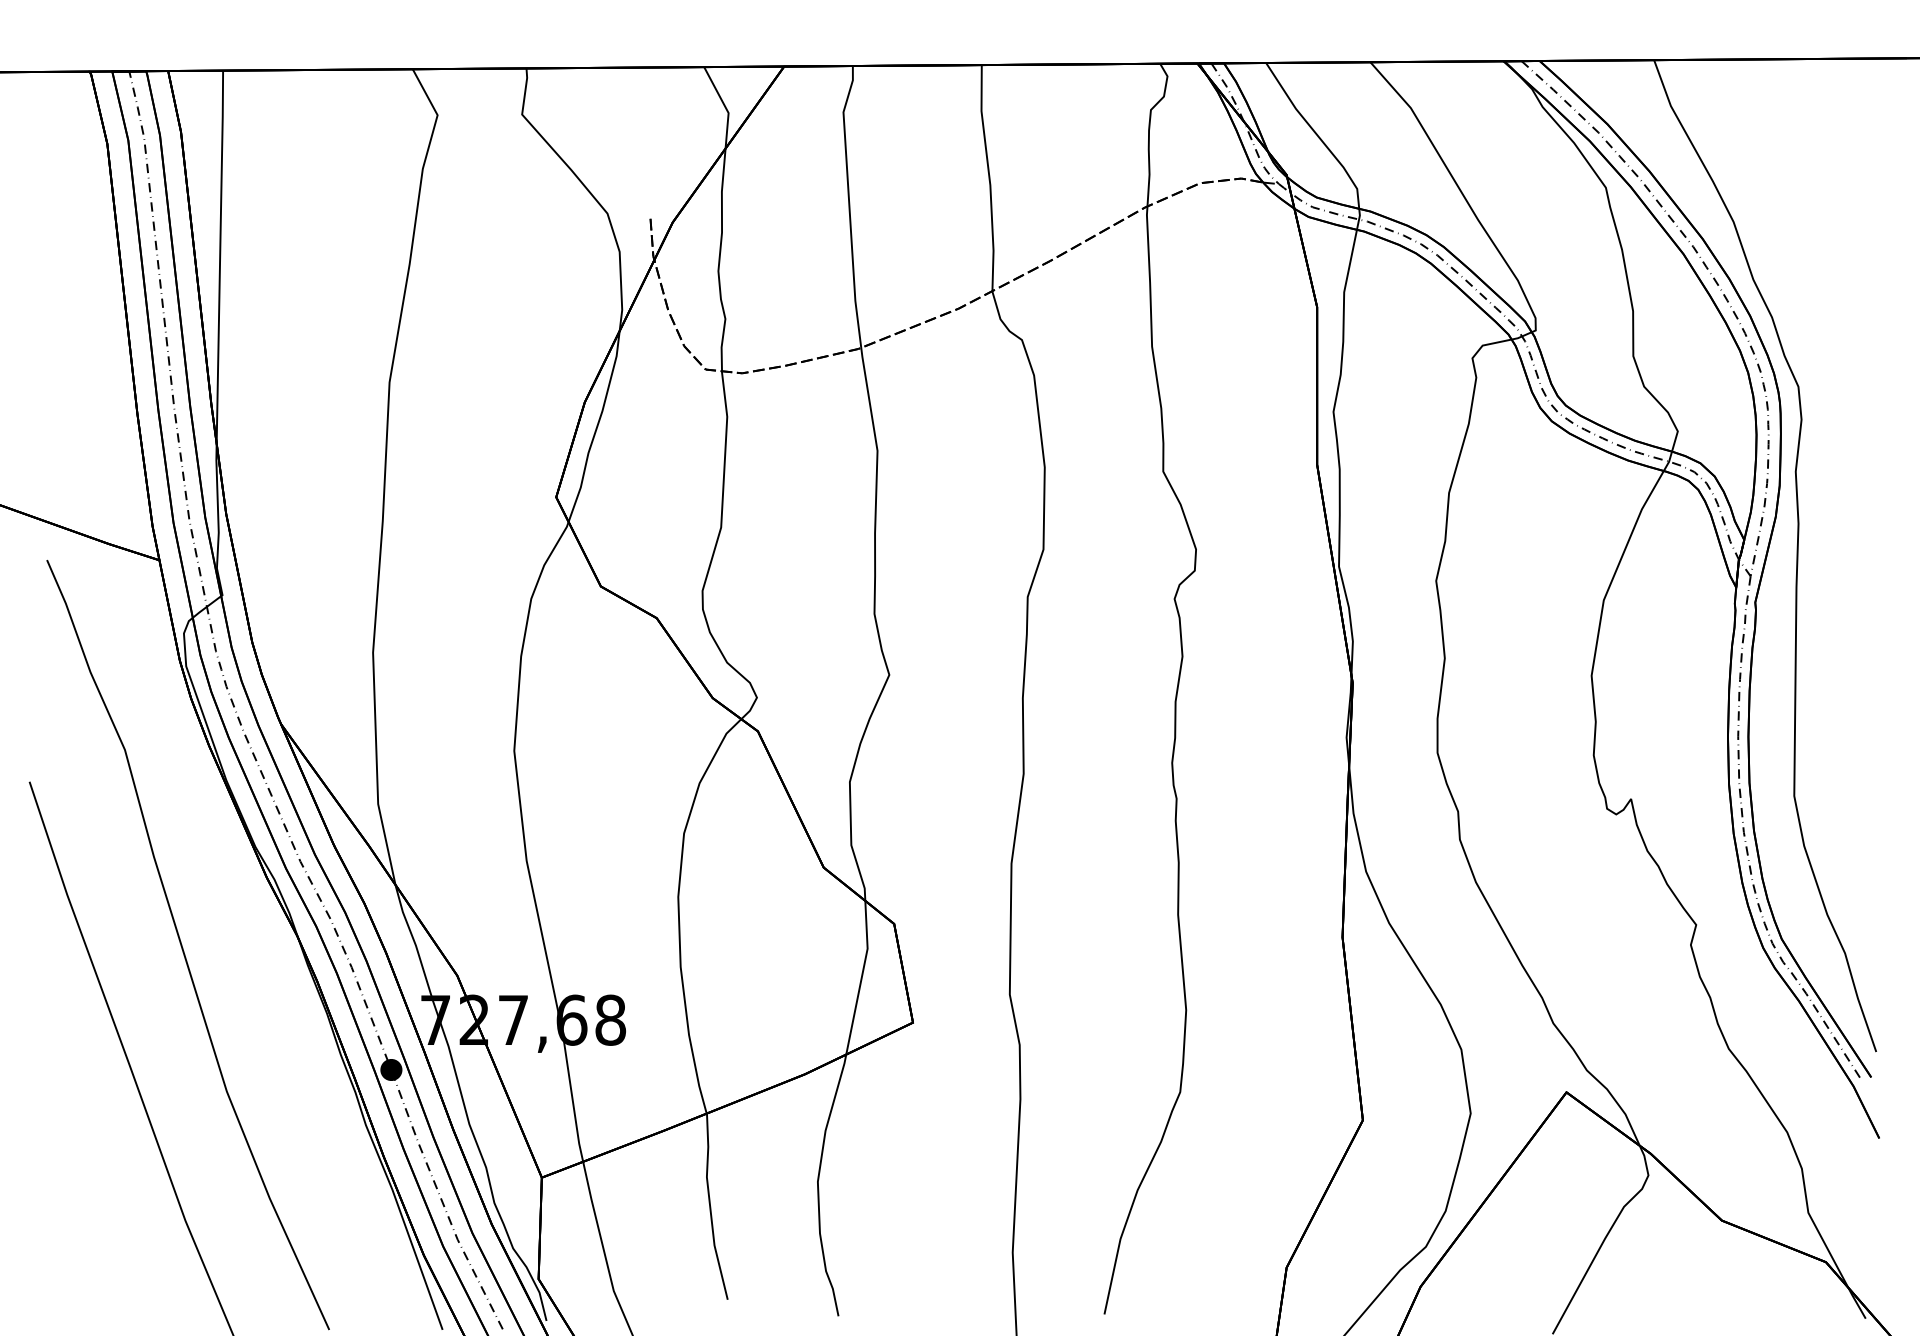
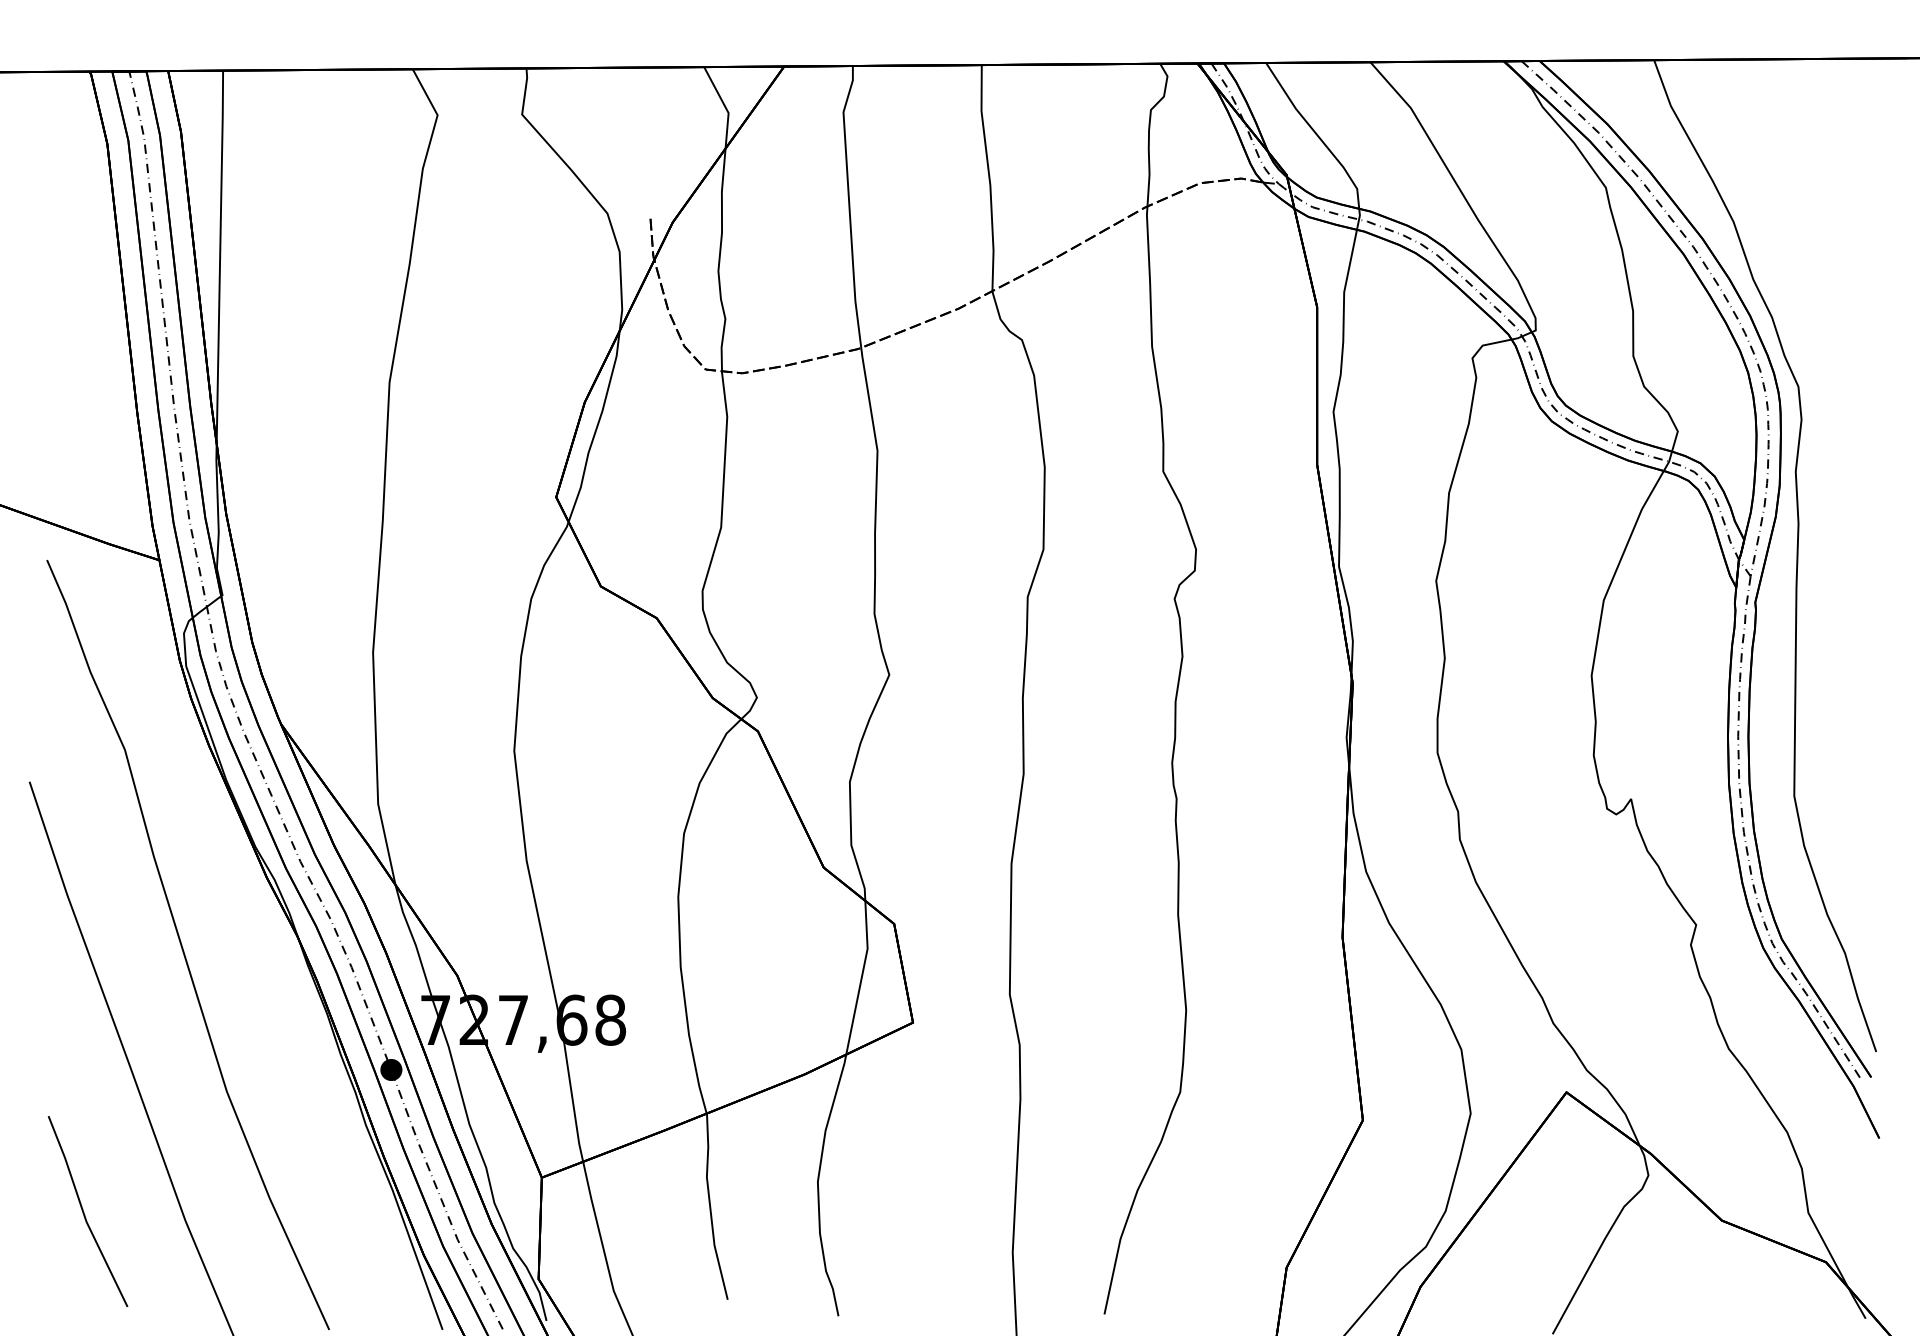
line at (84, 1212): none -> present
